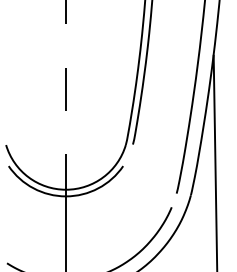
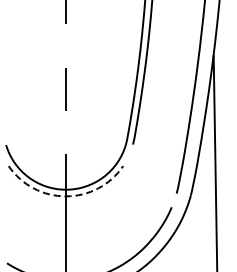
arc at (65, 196): solid -> dashed
